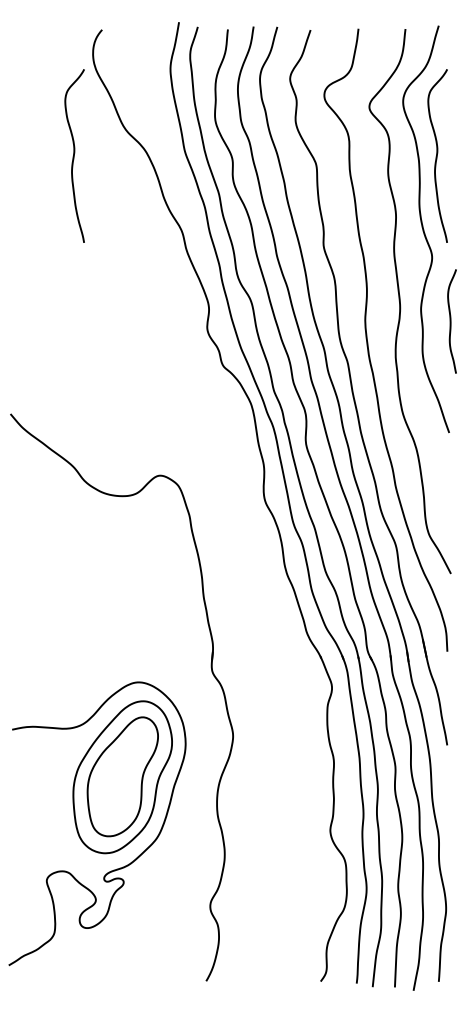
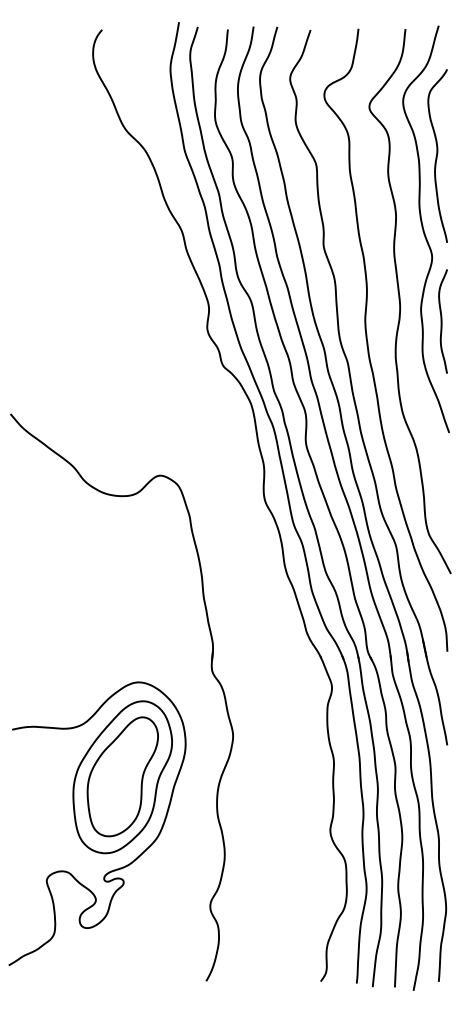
curve at (74, 155): present -> none
curve at (451, 321) position: (451, 321) -> (442, 321)
